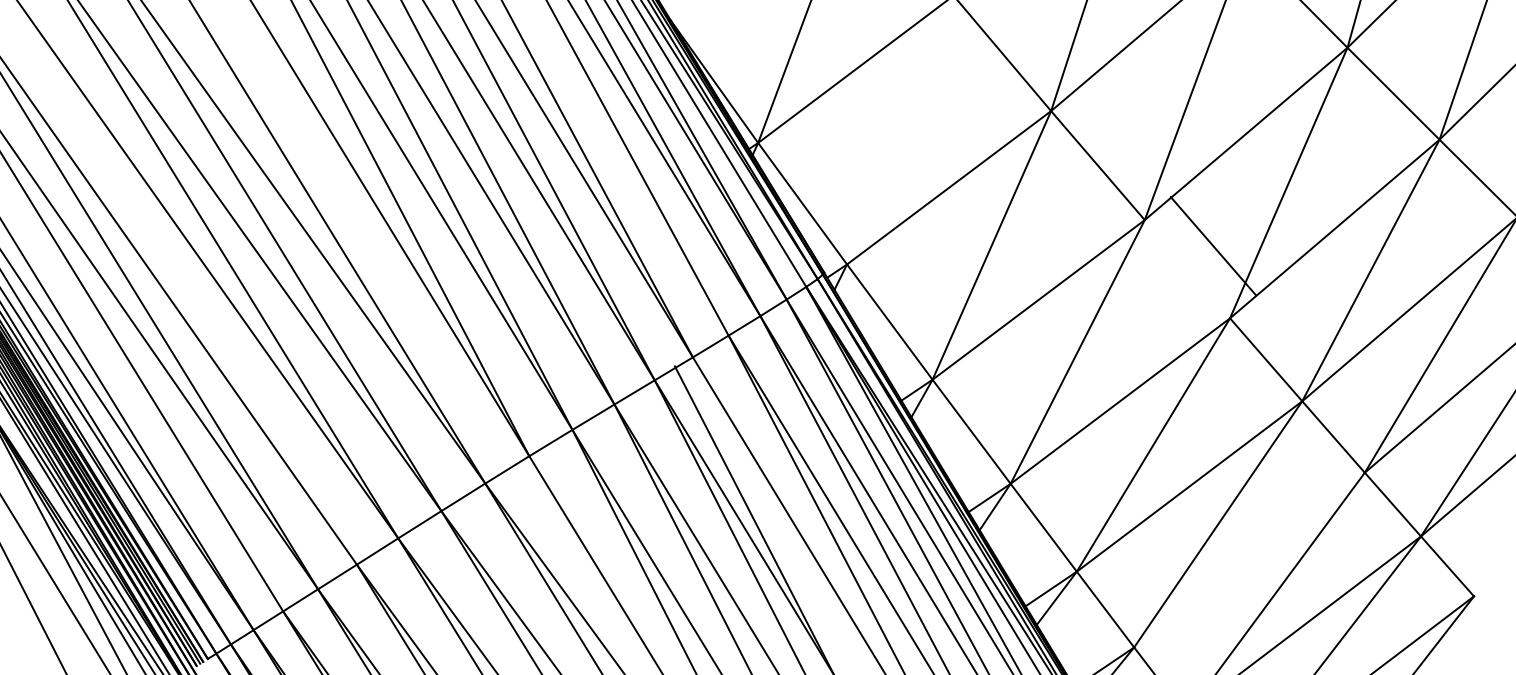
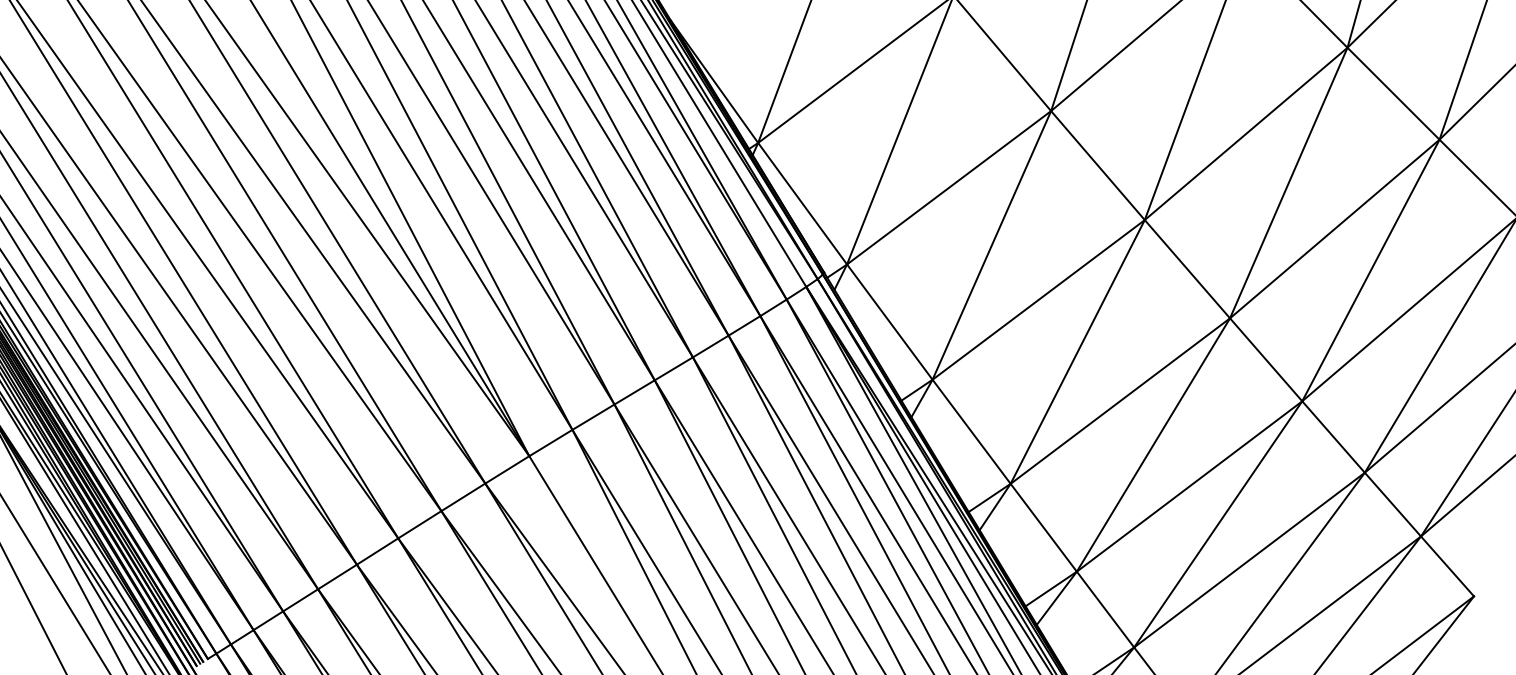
line at (899, 133): none -> present
line at (626, 168): none -> present
line at (367, 229): none -> present
line at (1213, 246) position: (1213, 246) -> (1187, 269)
line at (183, 283): none -> present
line at (142, 405): none -> present
line at (753, 518) position: (753, 518) -> (773, 514)
line at (1249, 559): none -> present
